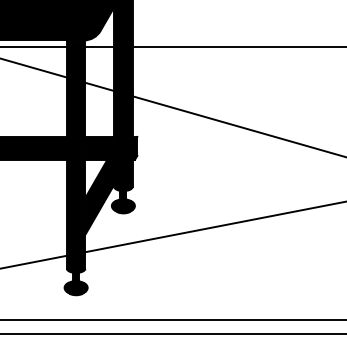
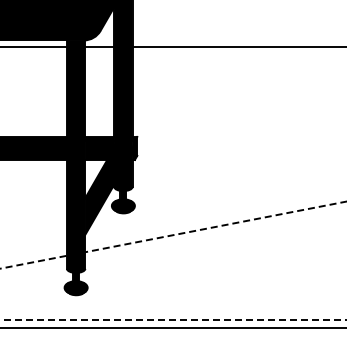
line at (172, 107): present -> none
line at (172, 235): solid -> dashed
line at (173, 320): solid -> dashed
line at (172, 334) position: (172, 334) -> (172, 328)
